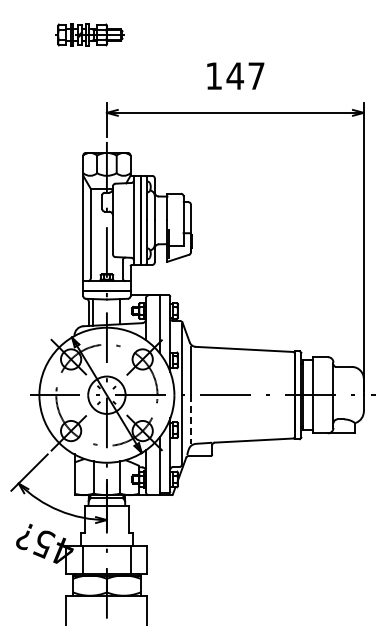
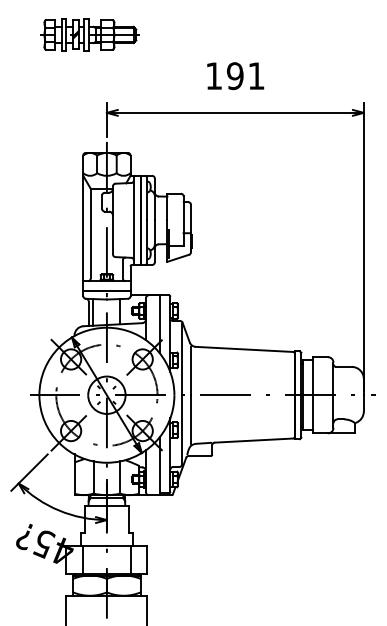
part at (89, 34) size: 70x24 px -> 100x34 px
text at (245, 76): 147 -> 191
line at (191, 420): dashed -> solid
